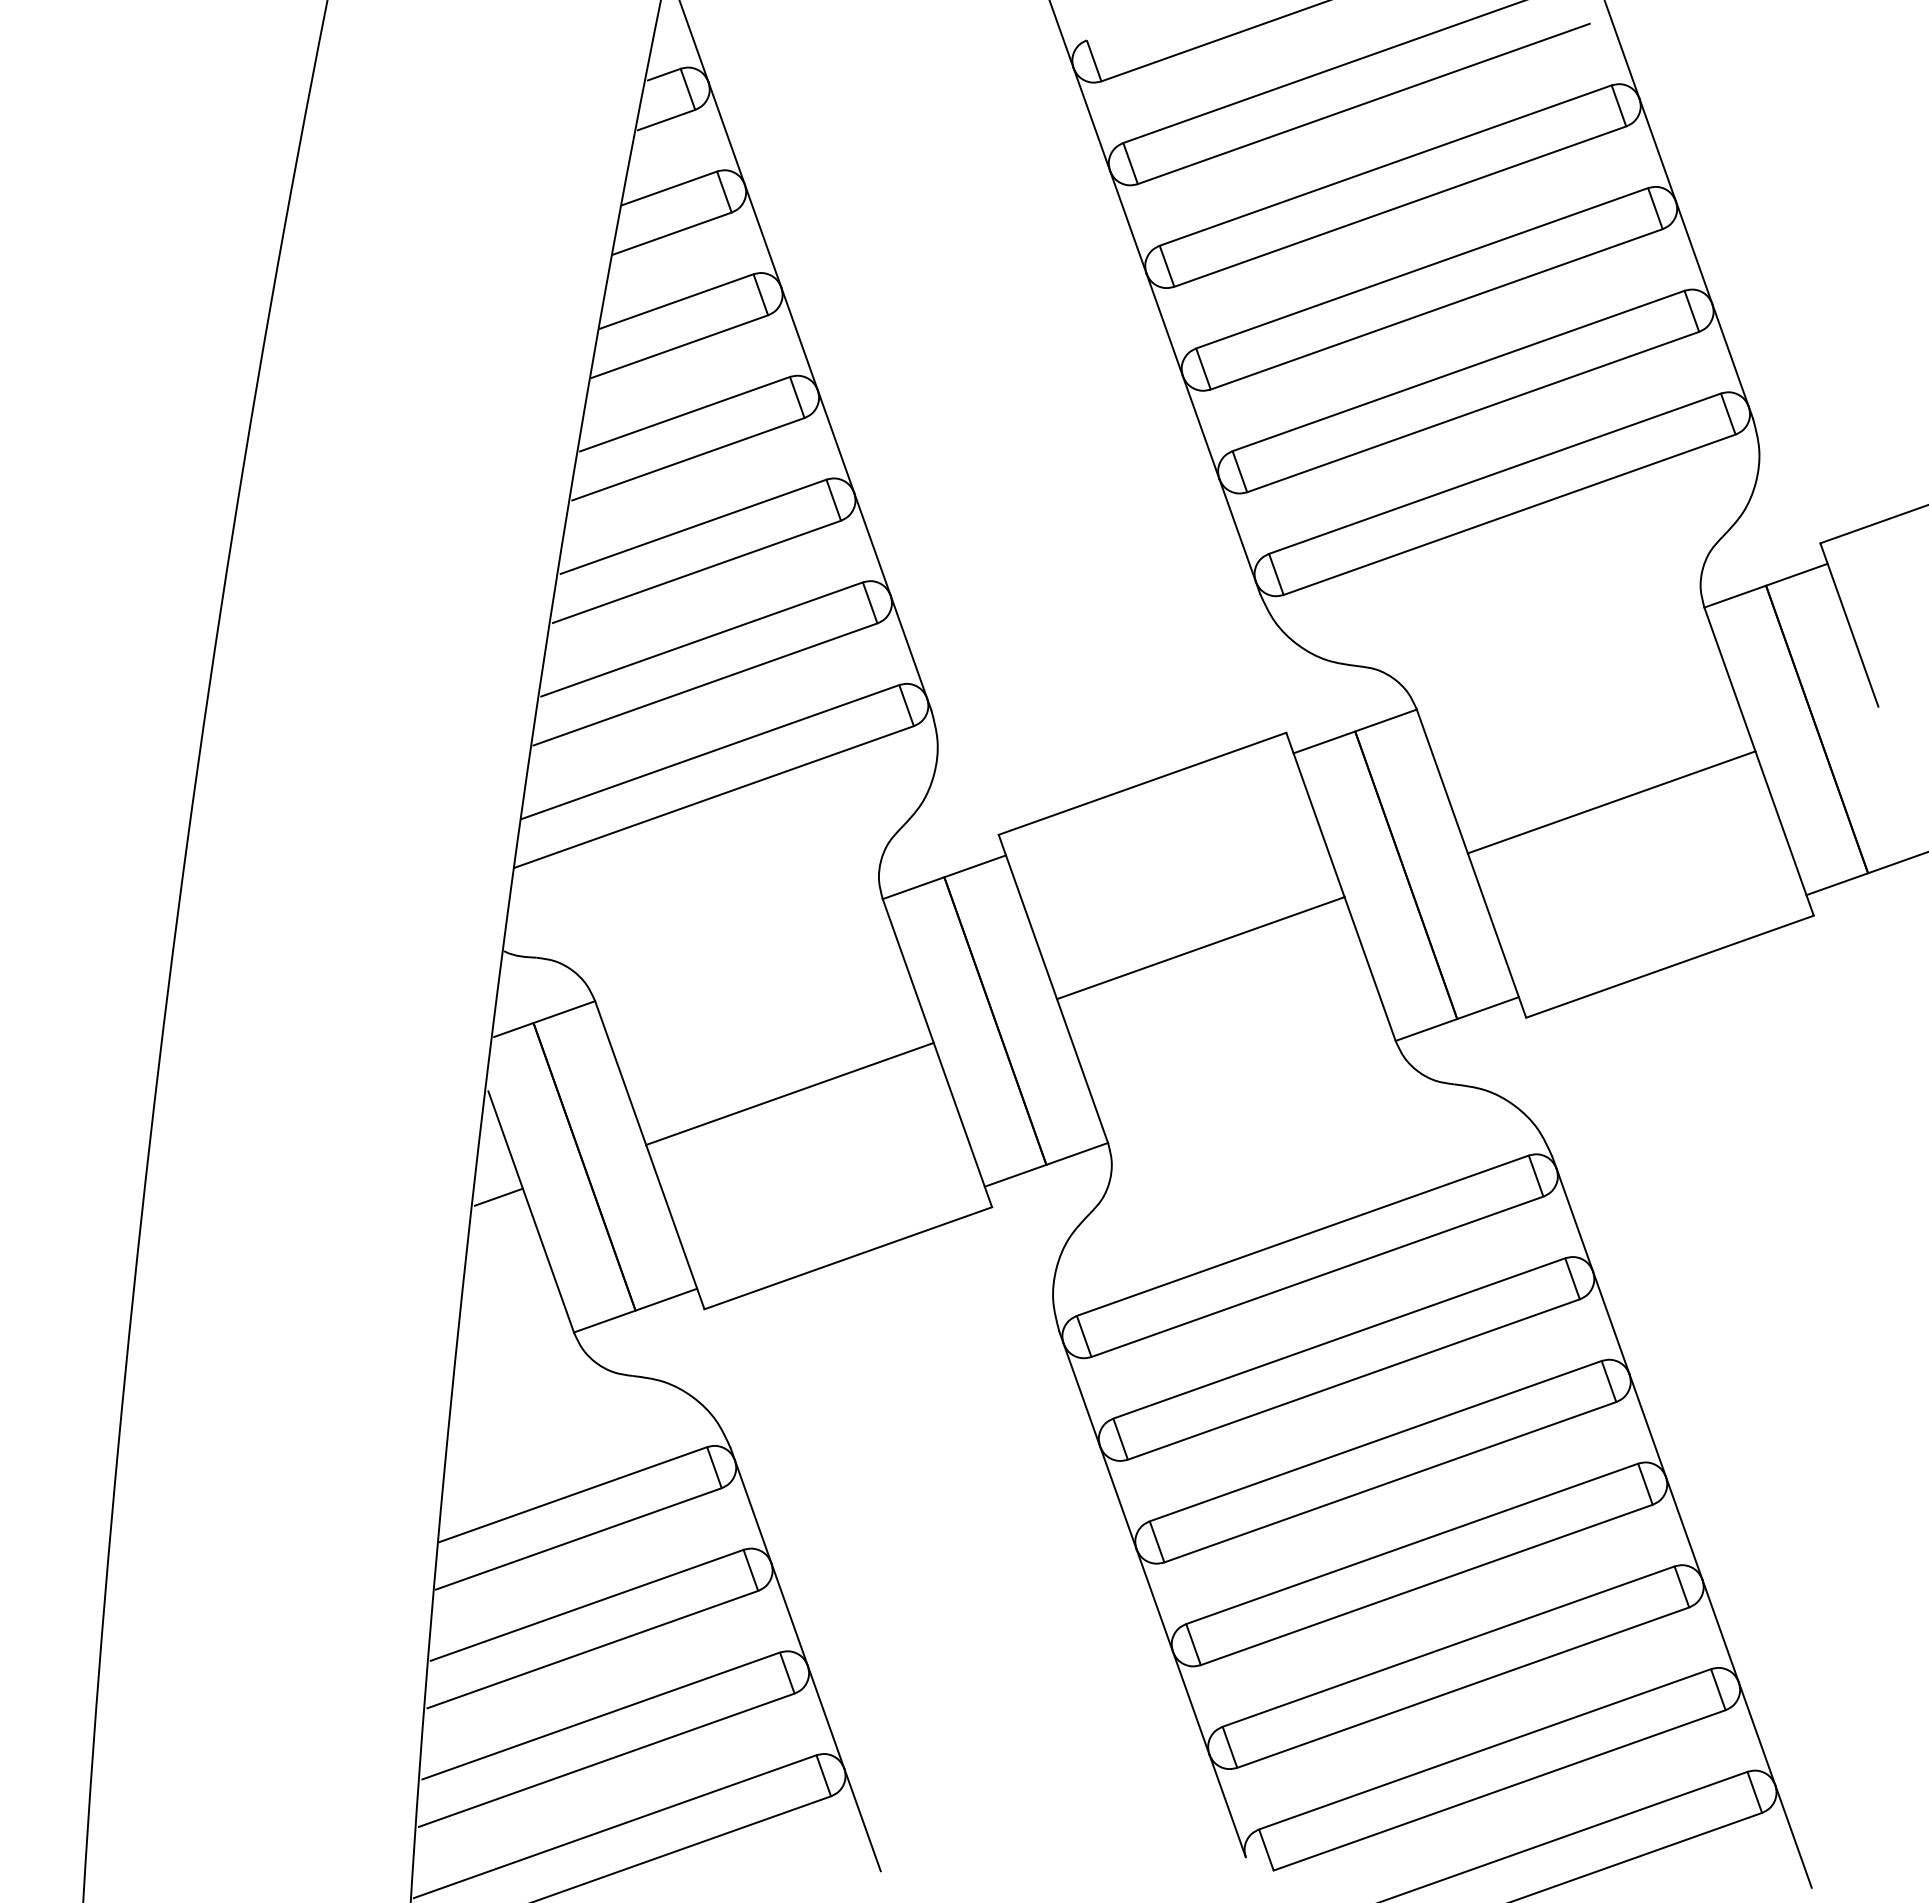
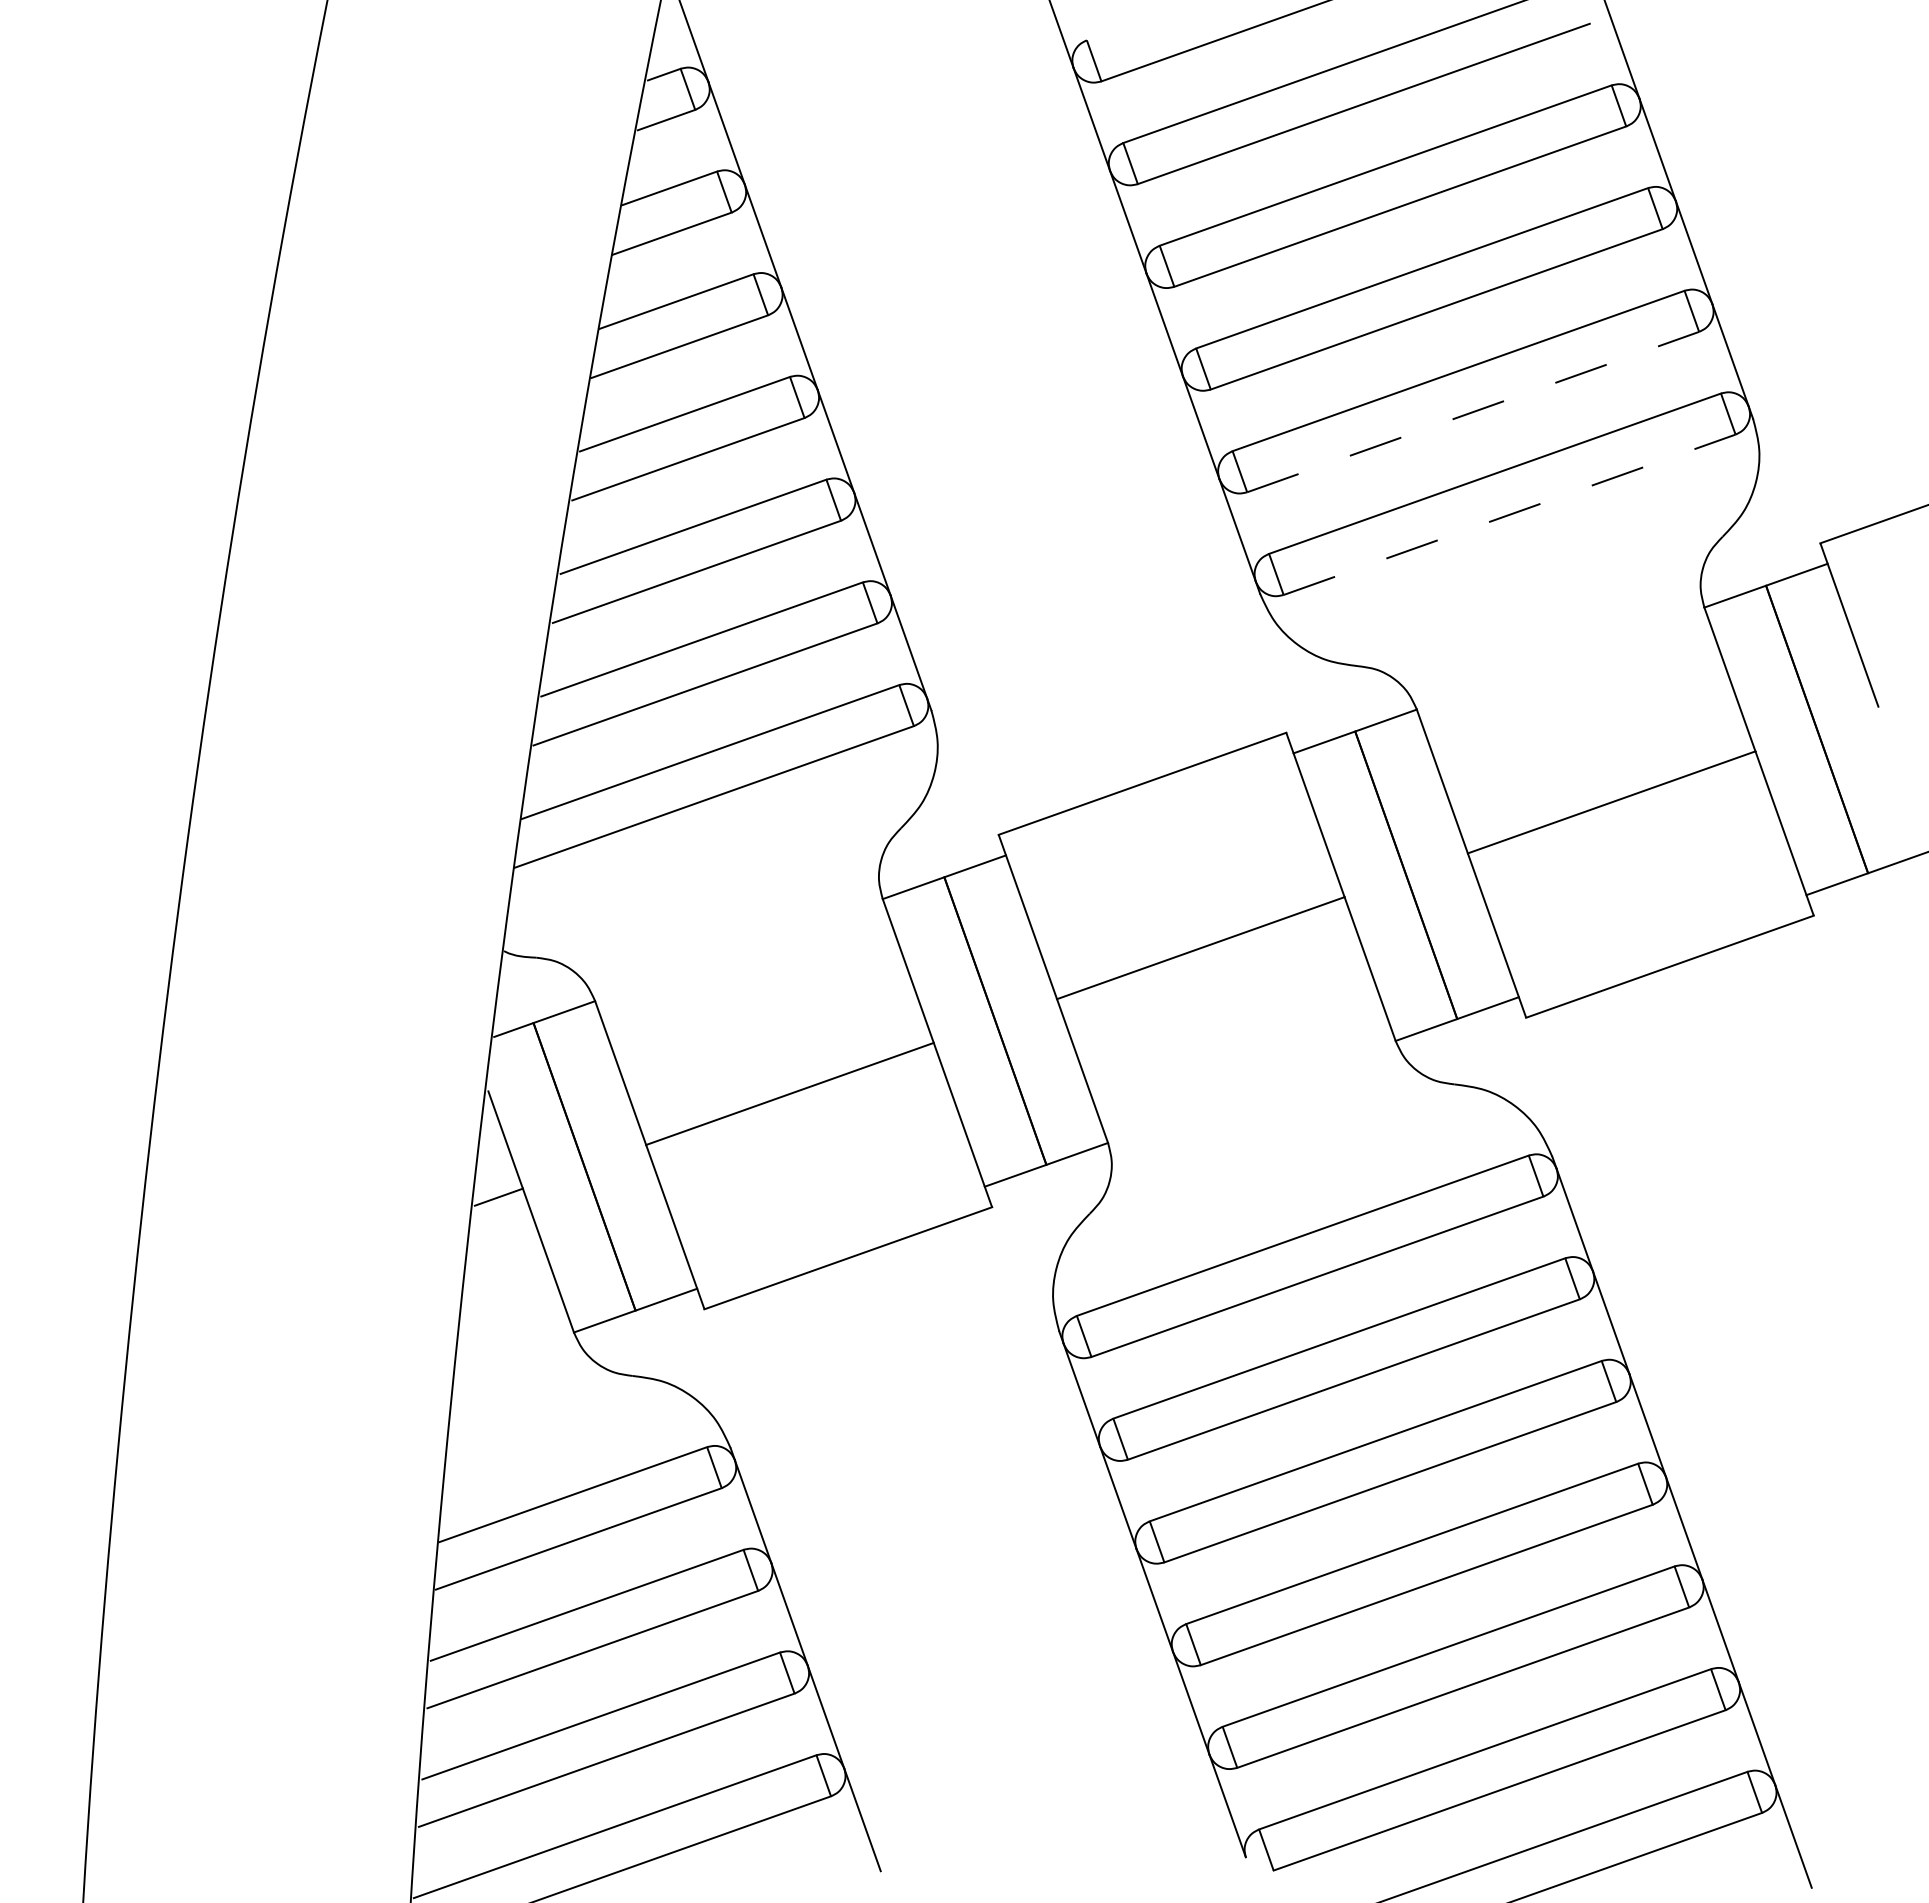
line at (1473, 412): solid -> dashed
line at (1509, 514): solid -> dashed
